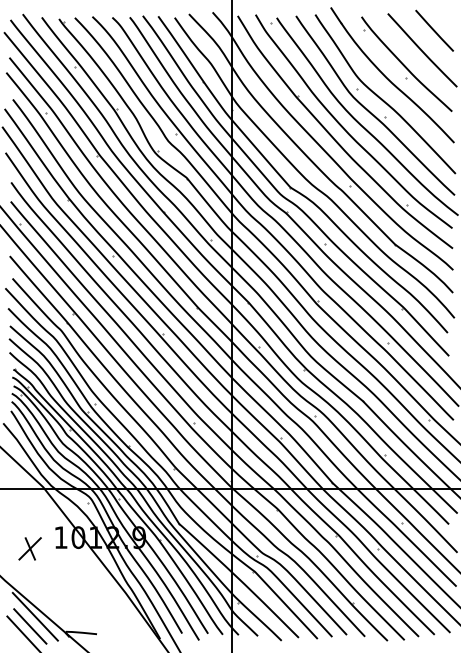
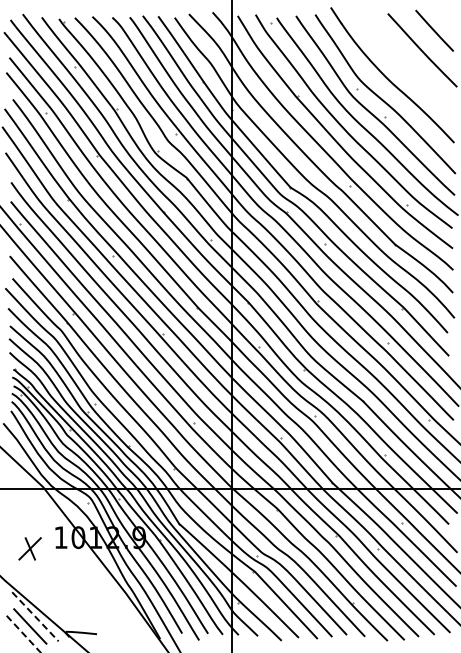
part at (406, 63): present -> none
line at (36, 617): solid -> dashed
line at (23, 634): solid -> dashed
